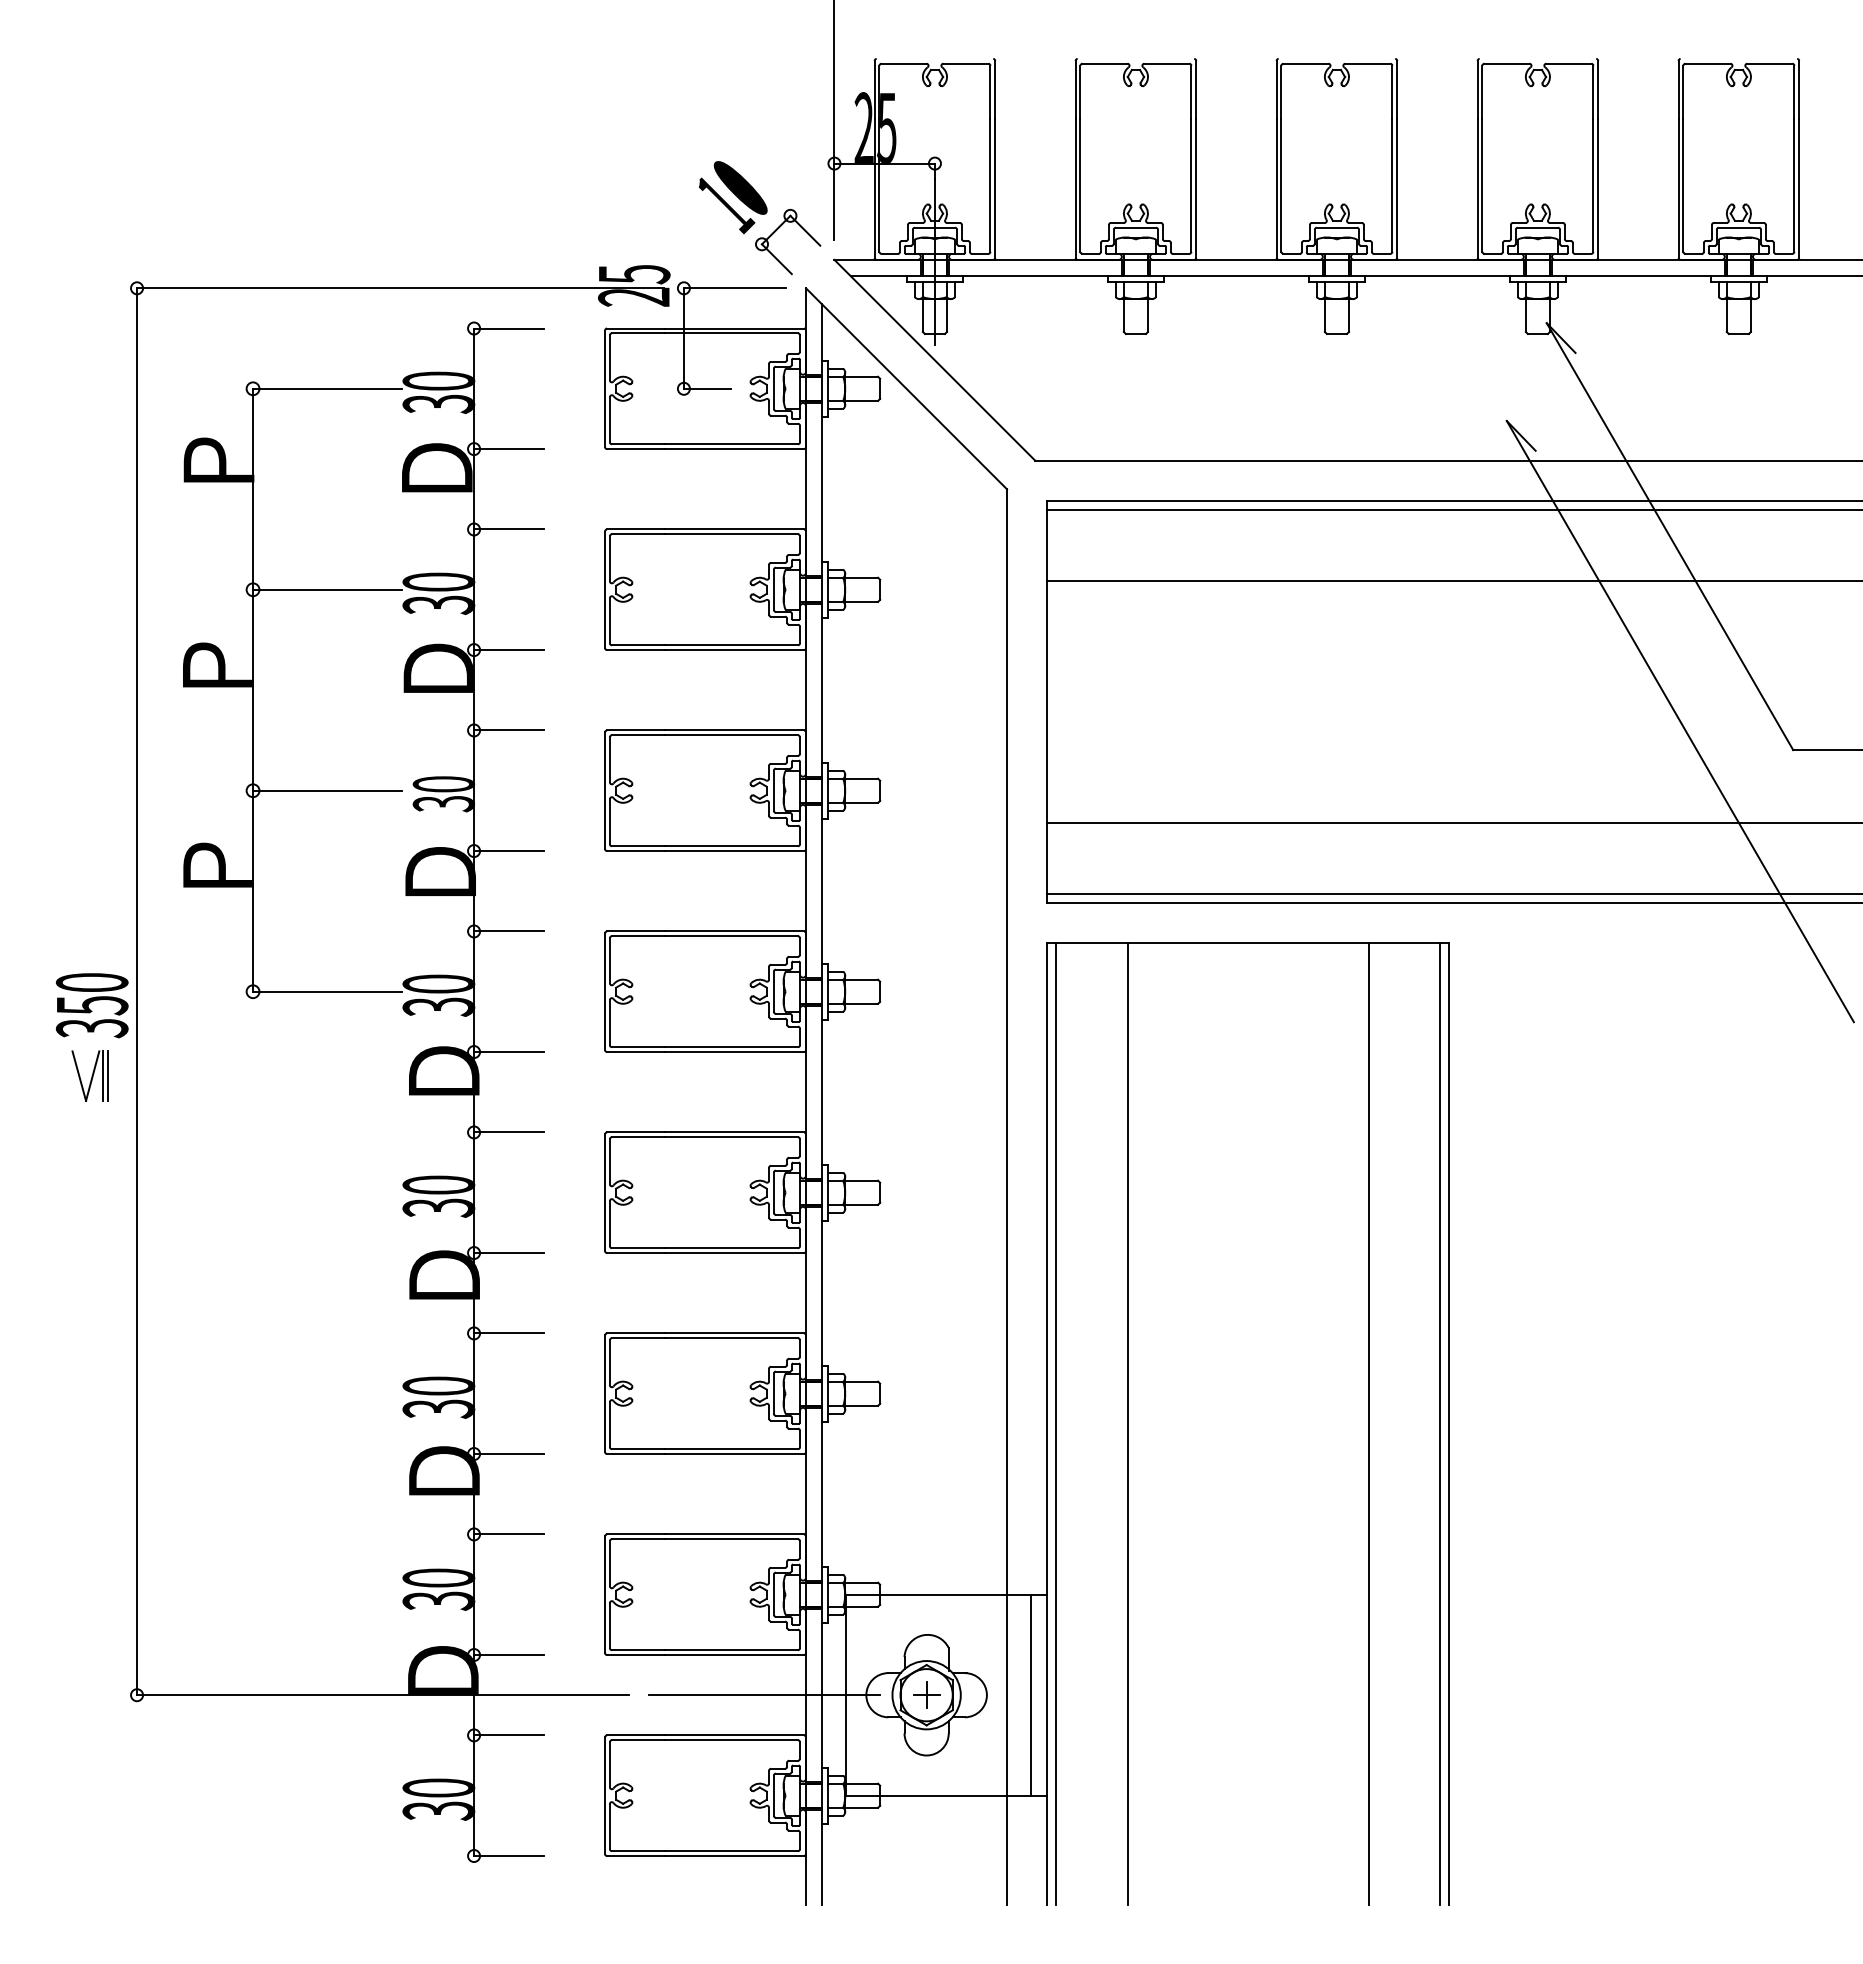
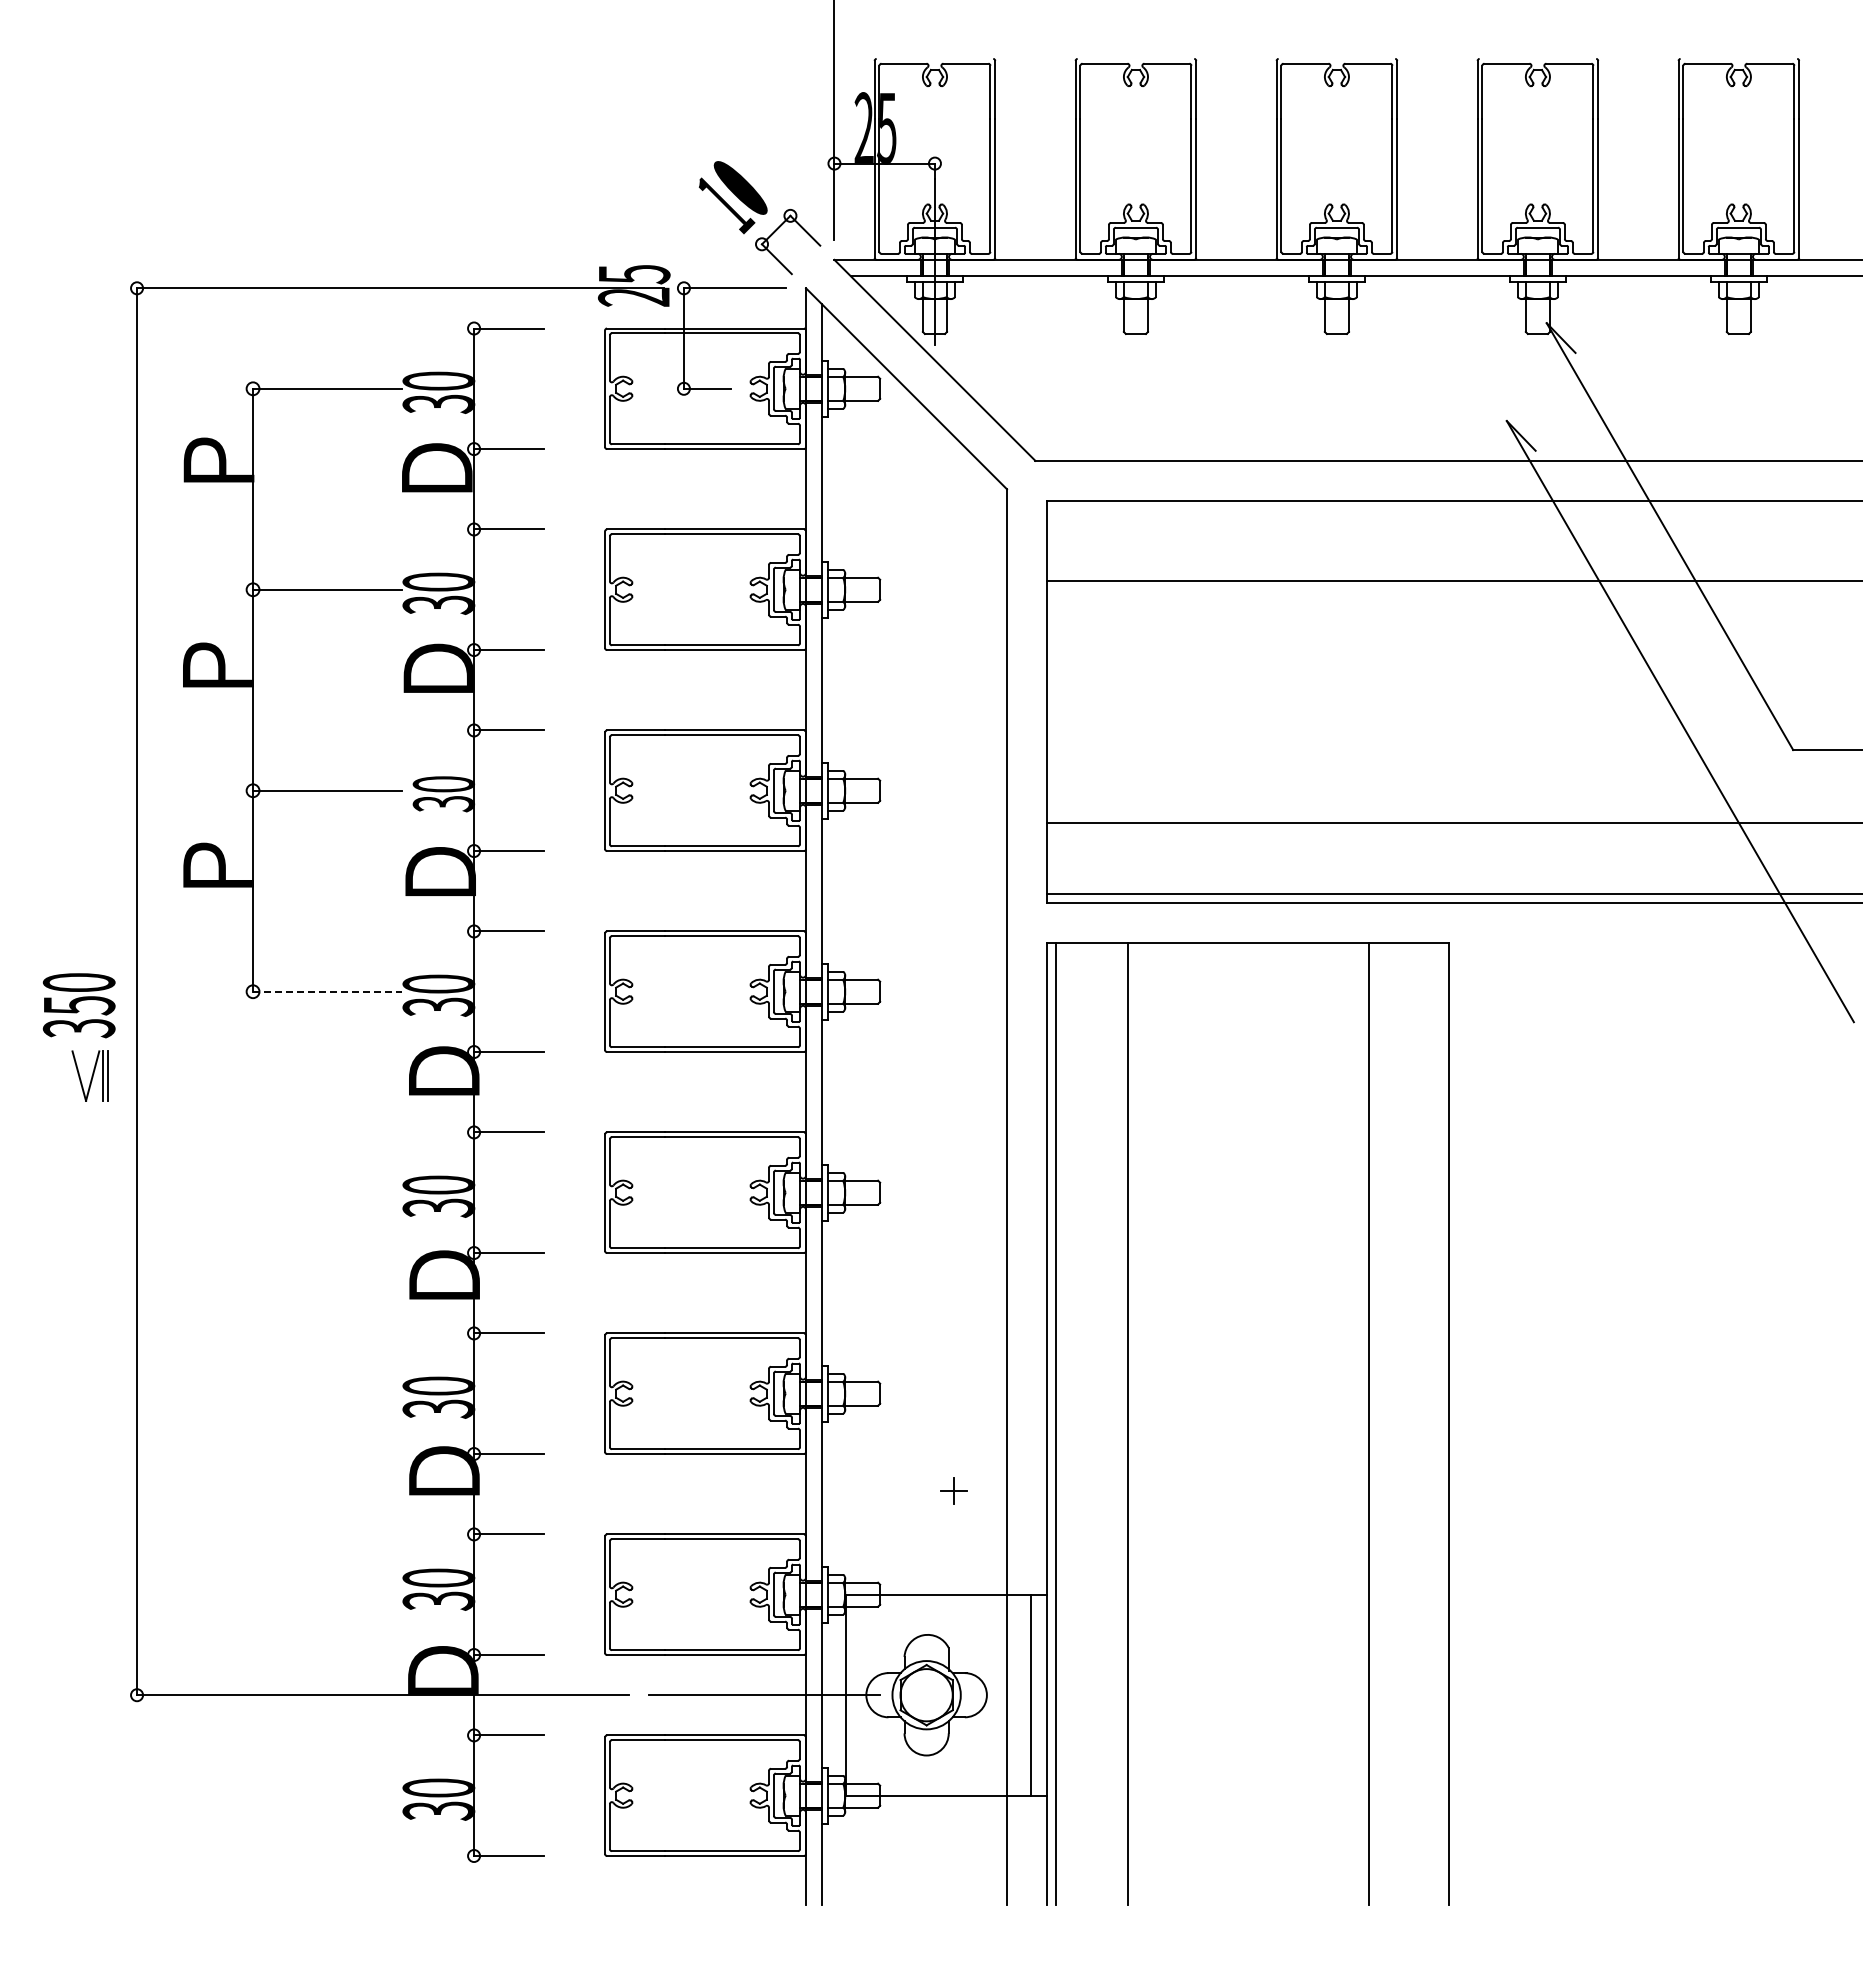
line at (1453, 510): present -> none
line at (327, 991): solid -> dashed
text at (91, 1005) position: (91, 1005) -> (78, 1005)
line at (1439, 1424): present -> none
part at (926, 1694) position: (926, 1694) -> (953, 1490)
